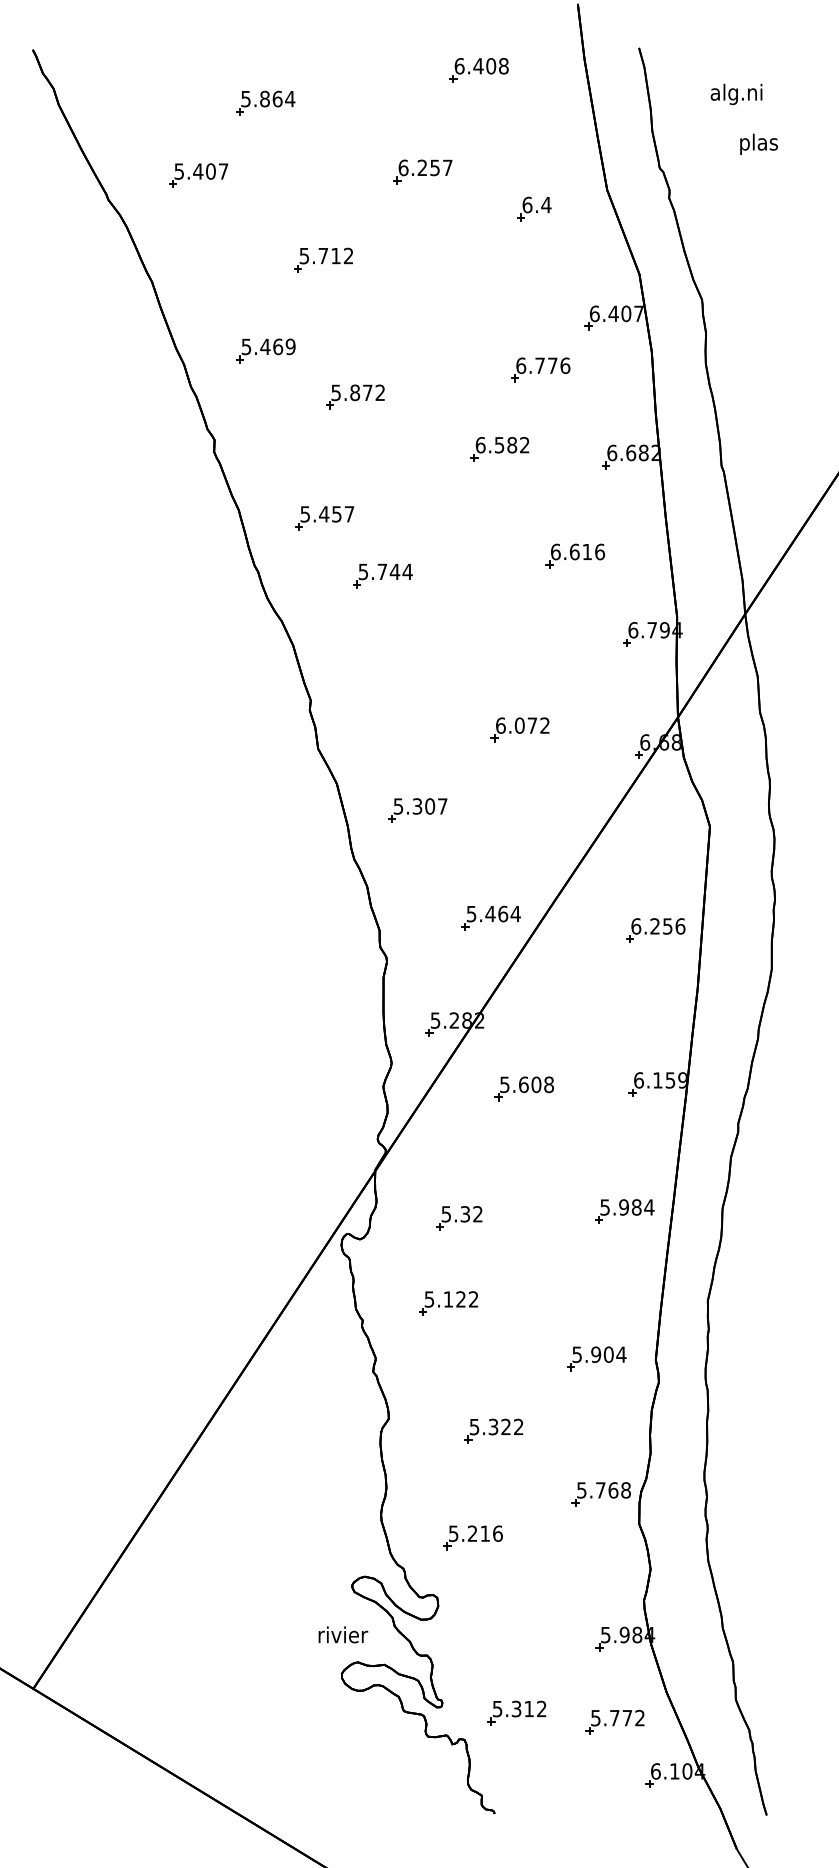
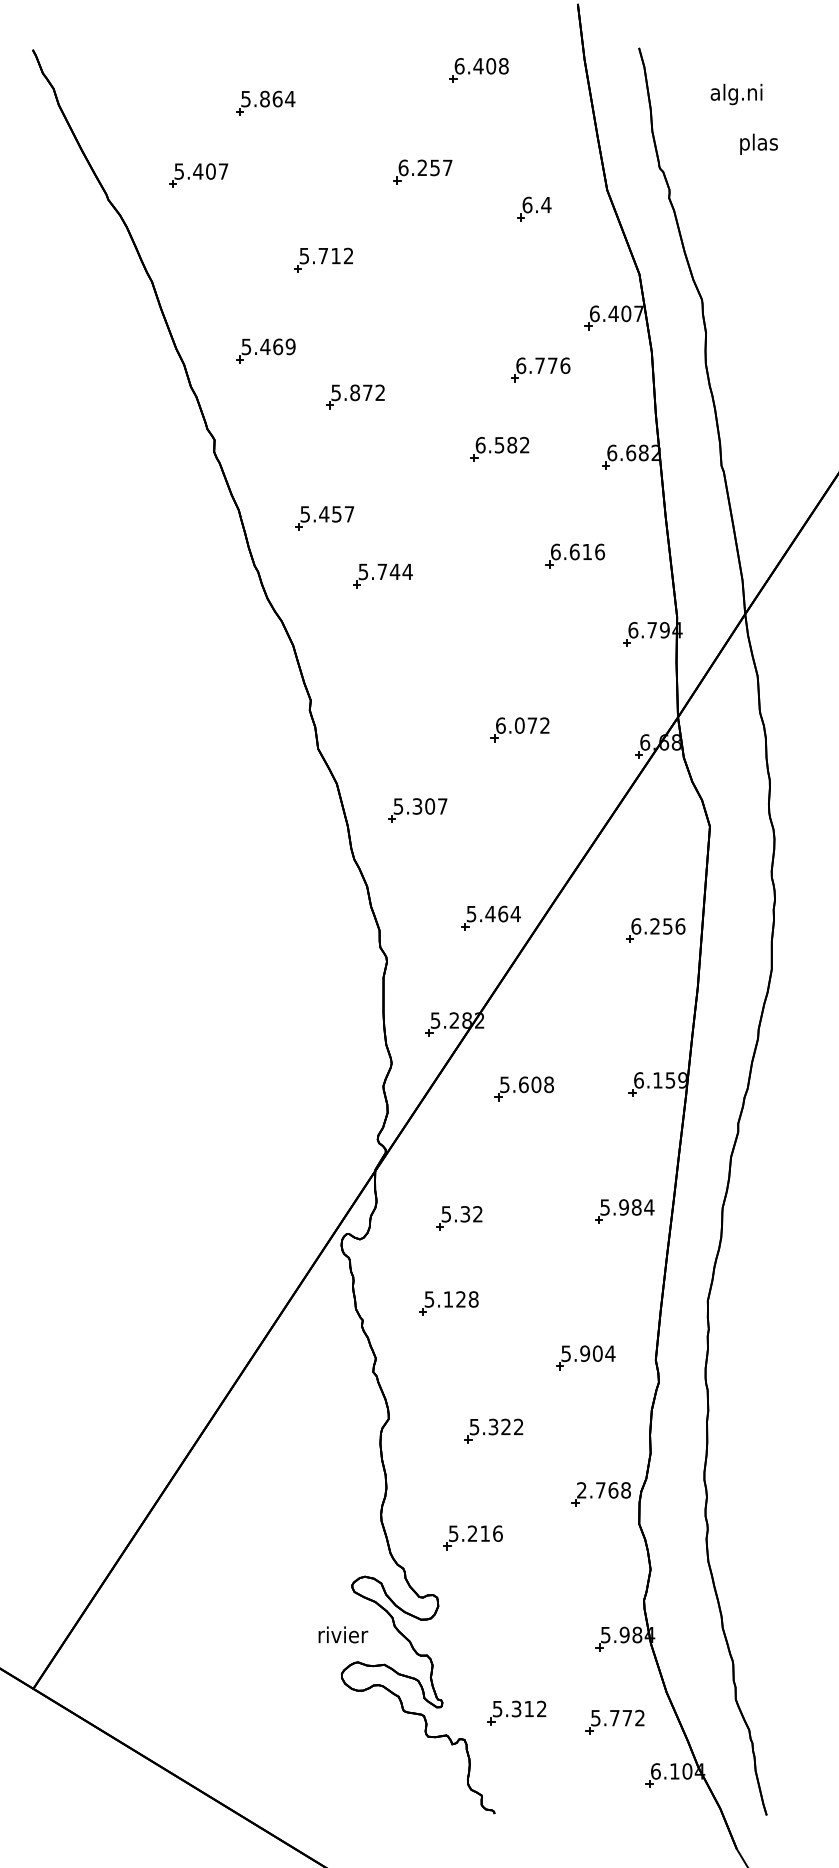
text at (473, 1299): 5.122 -> 5.128
part at (596, 1358) position: (596, 1358) -> (585, 1357)
text at (581, 1490): 5.768 -> 2.768
